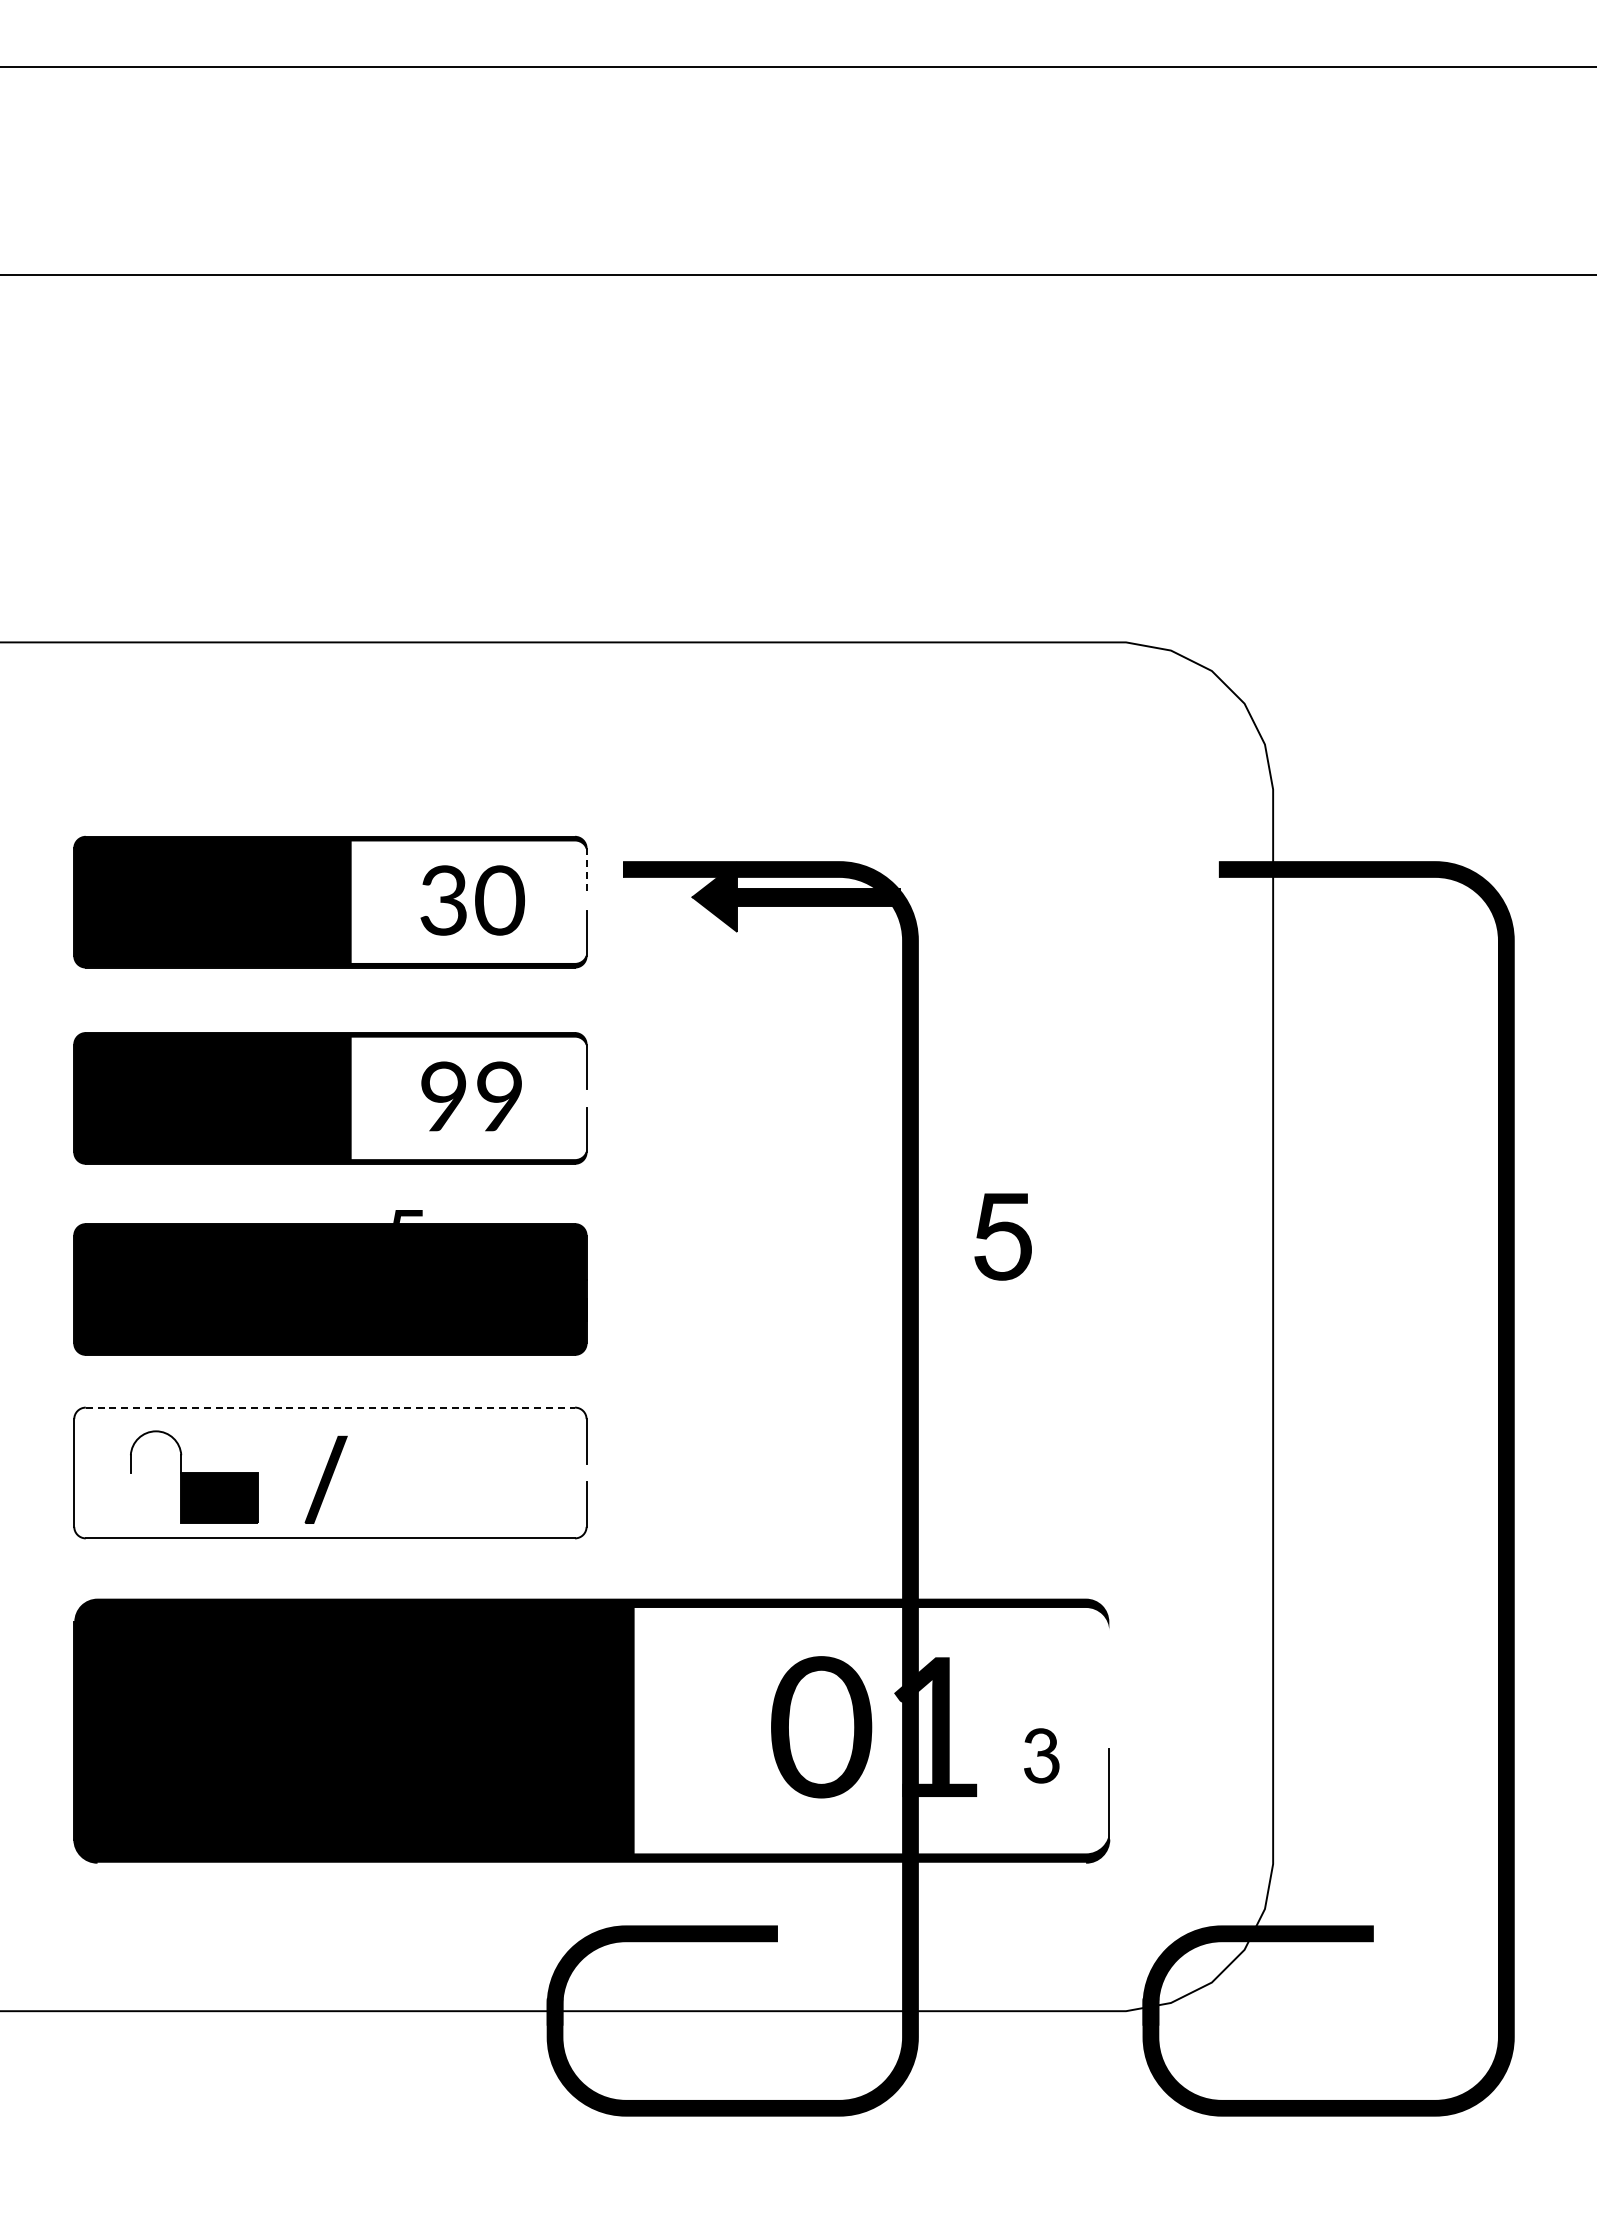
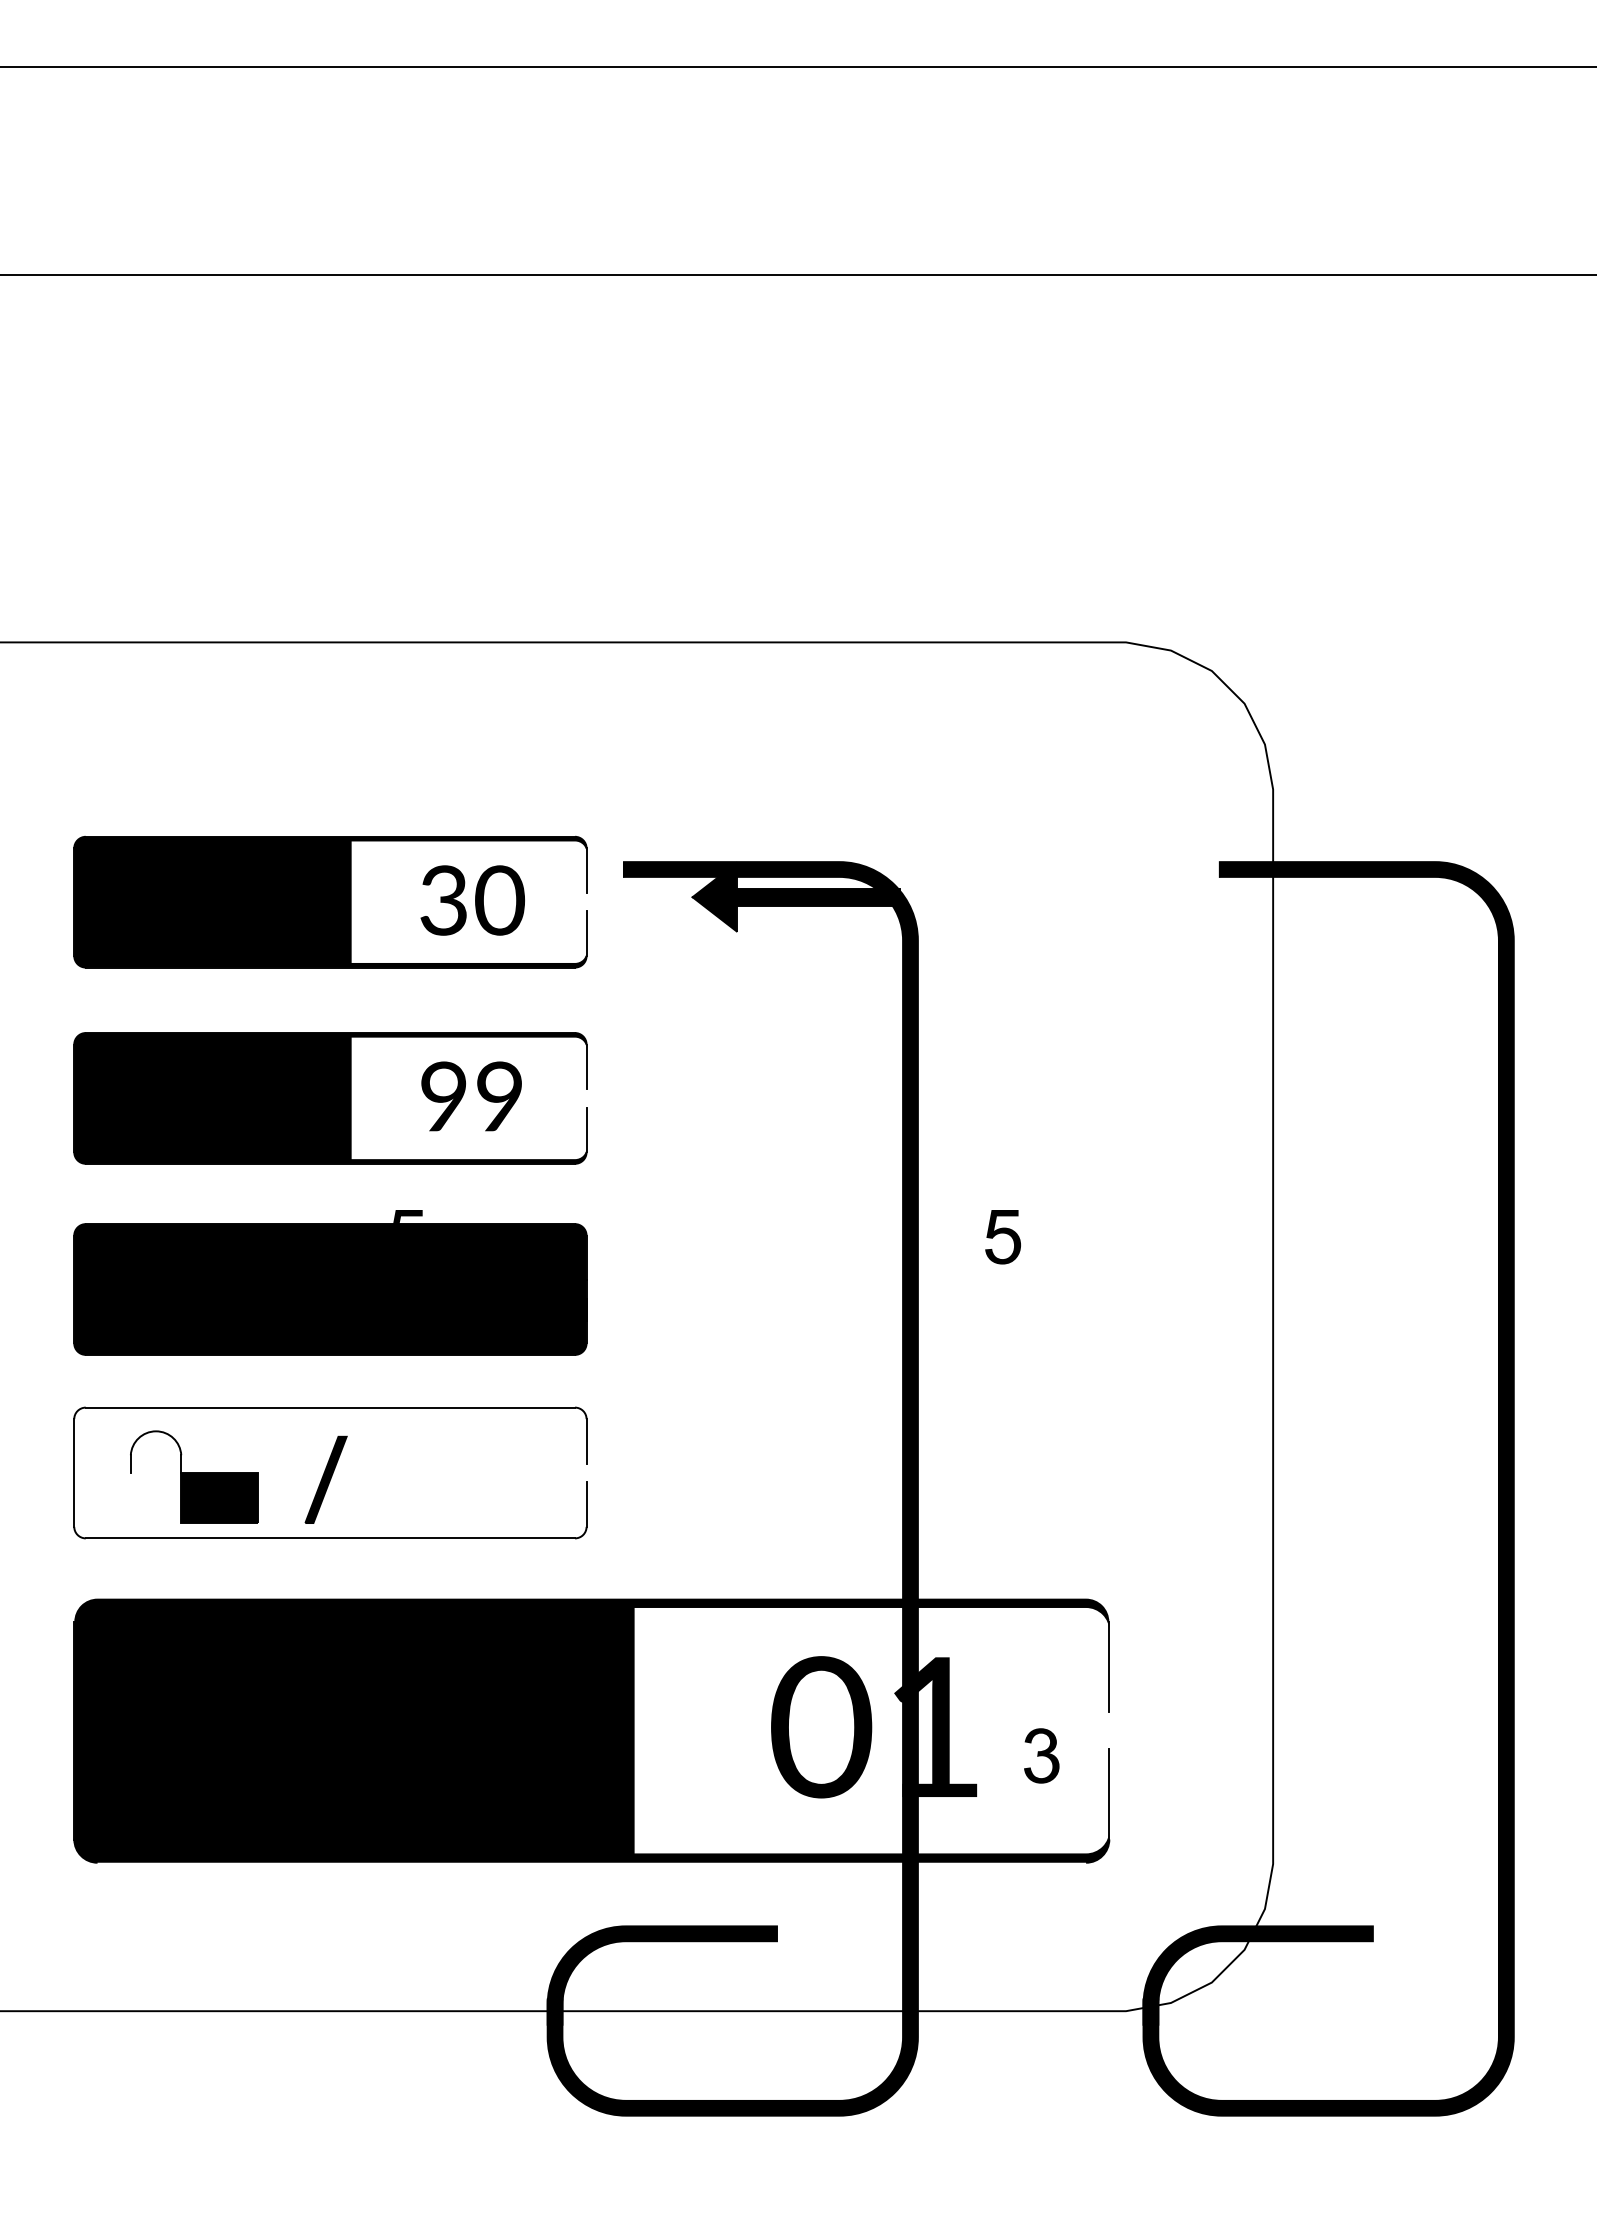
line at (586, 871): dashed -> solid
part at (1002, 1236) size: 58x88 px -> 36x55 px
line at (330, 1407): dashed -> solid
line at (1109, 1666): none -> present
